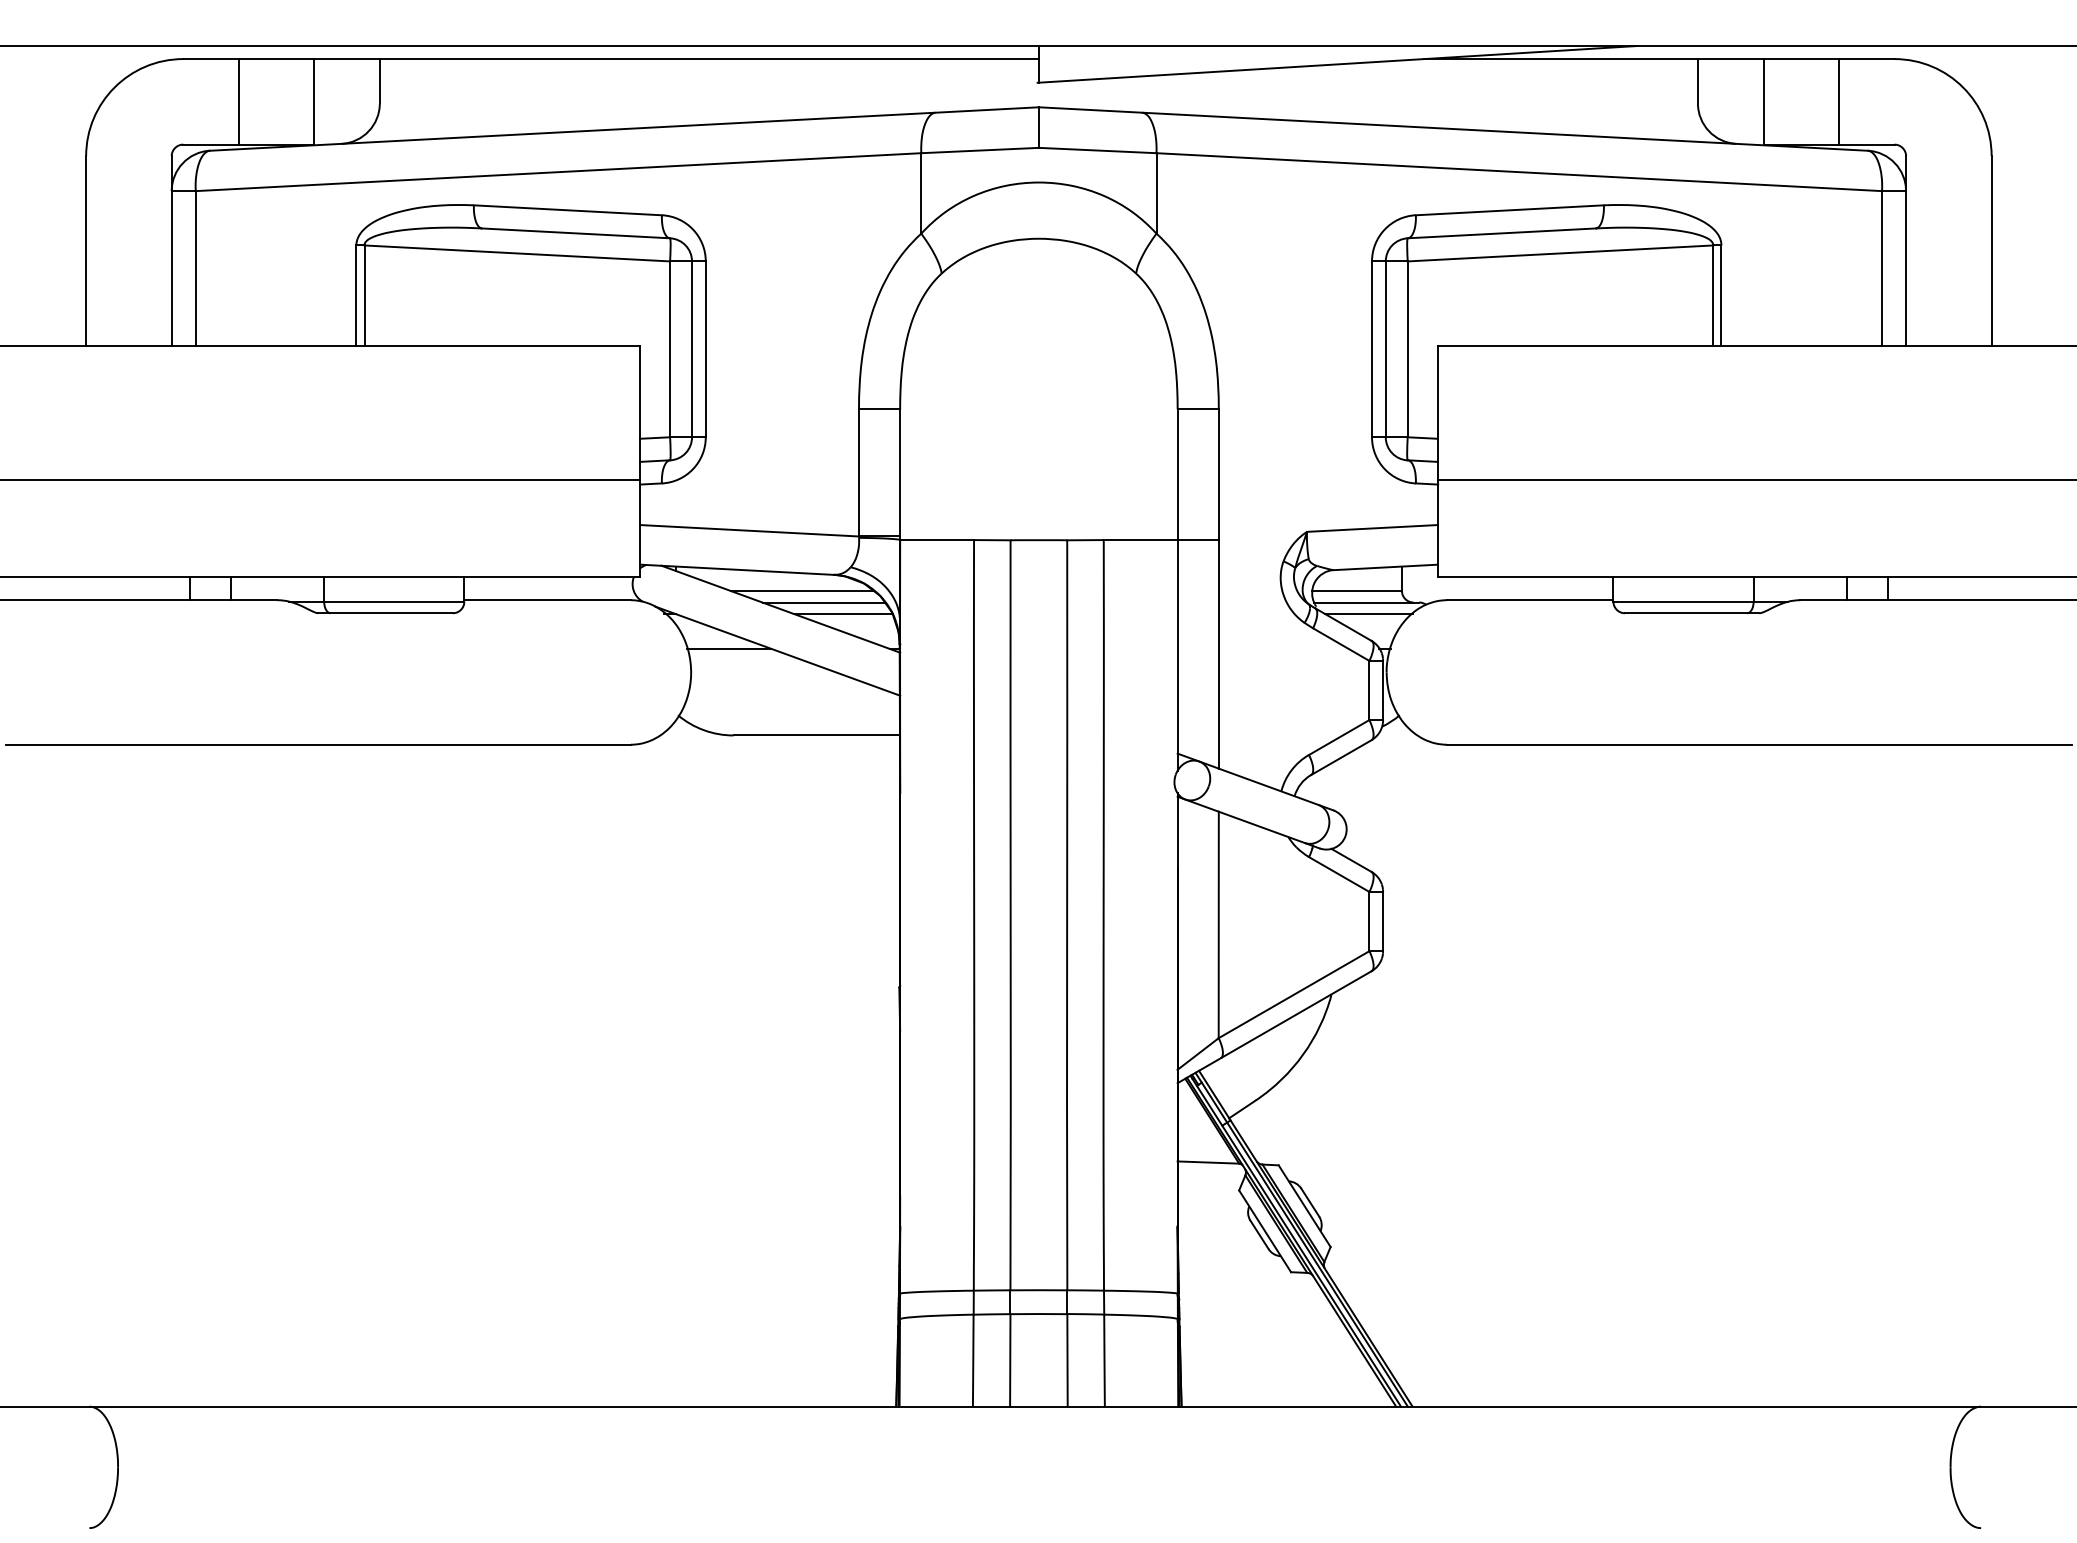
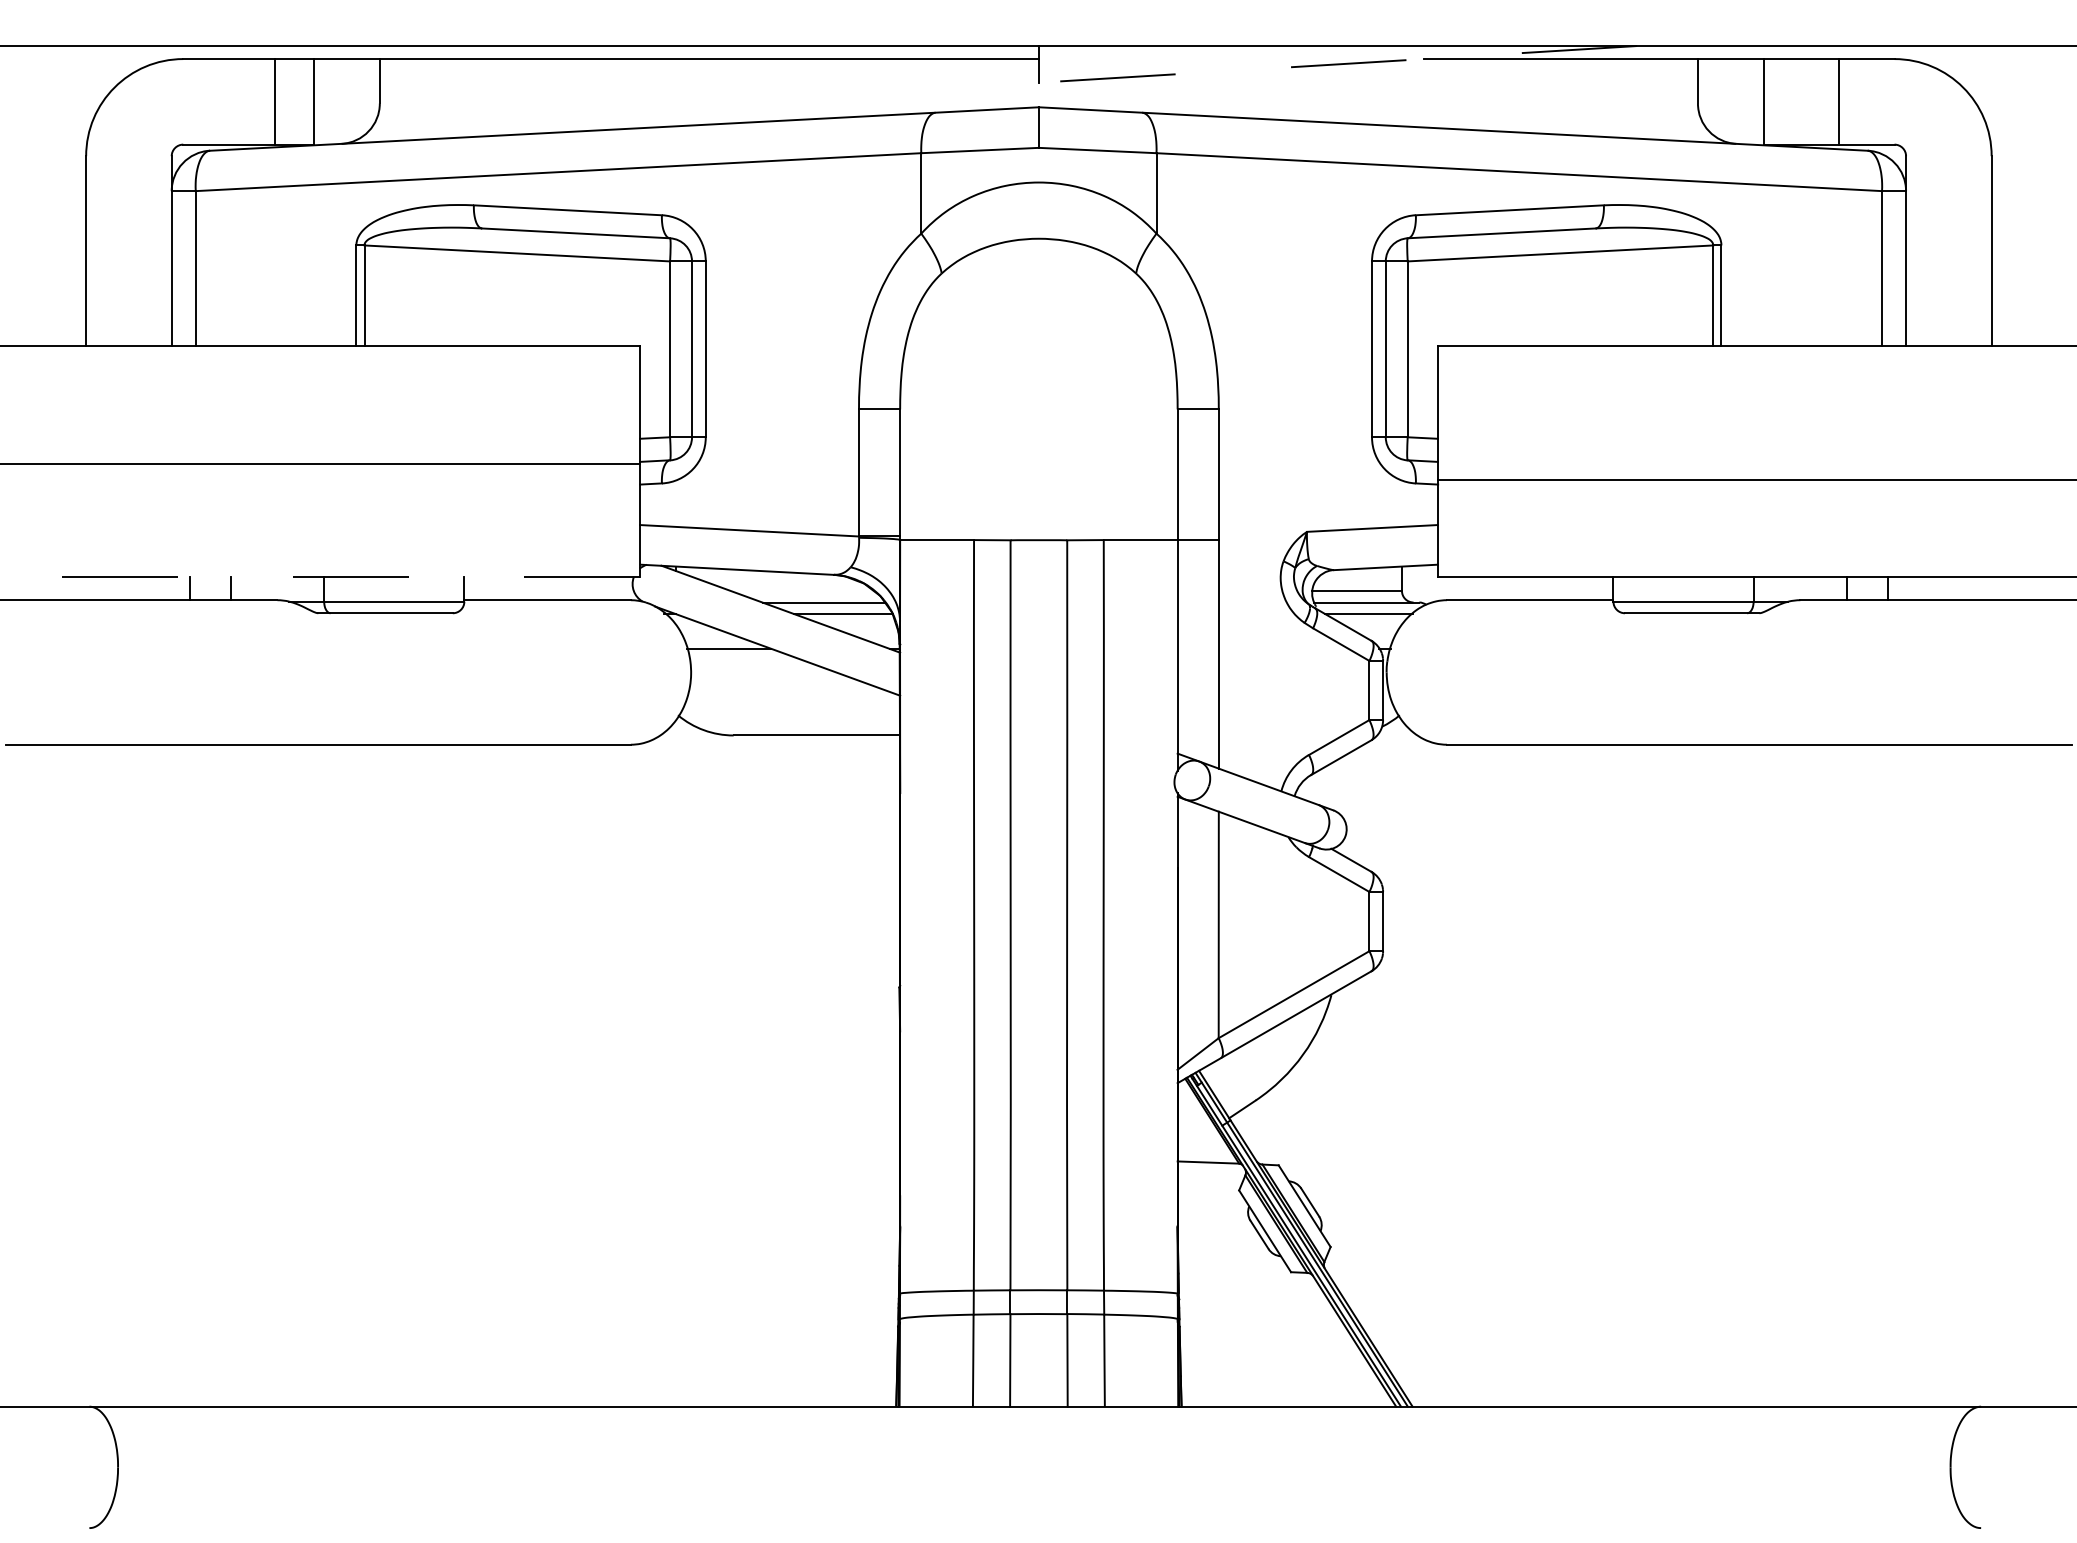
line at (1336, 64): solid -> dashed
line at (238, 101) position: (238, 101) -> (274, 101)
line at (321, 479) position: (321, 479) -> (321, 463)
line at (320, 577): solid -> dashed
line at (801, 590): present -> none
